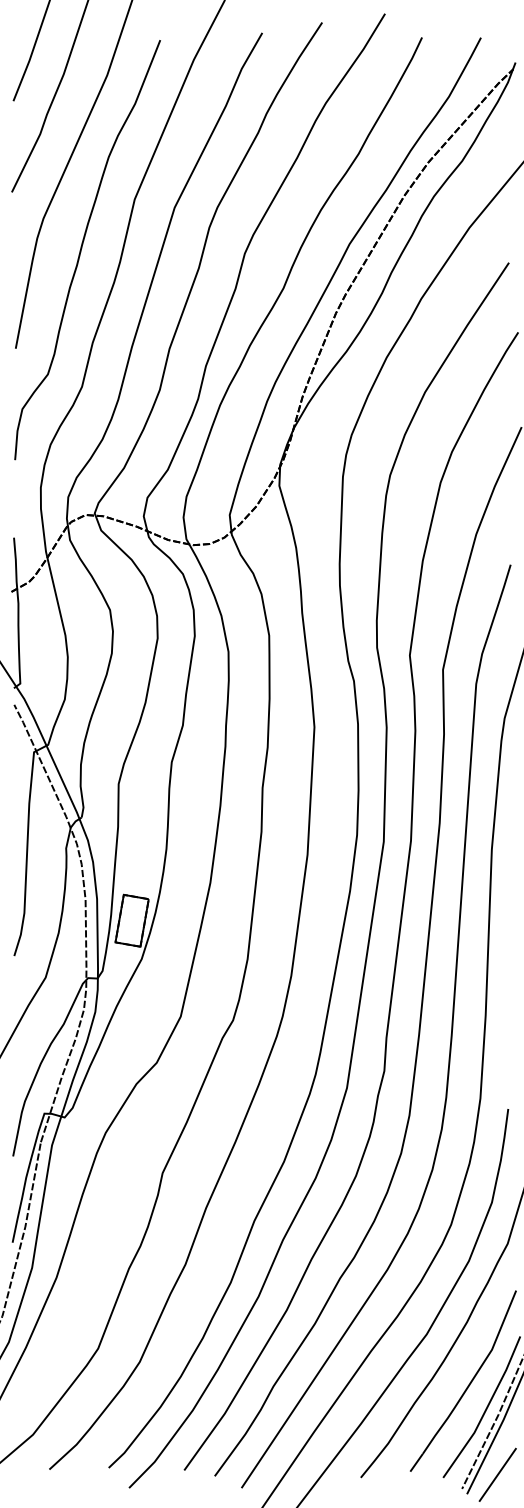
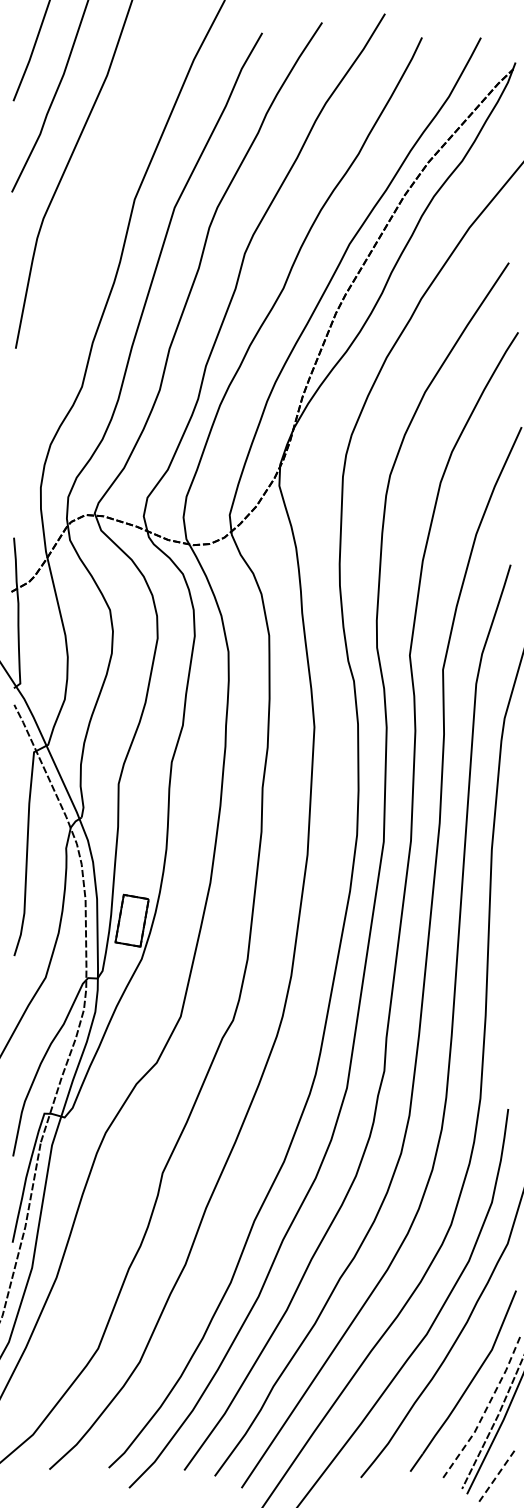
curve at (82, 248): present -> none
line at (486, 1408): solid -> dashed
line at (497, 1474): solid -> dashed
